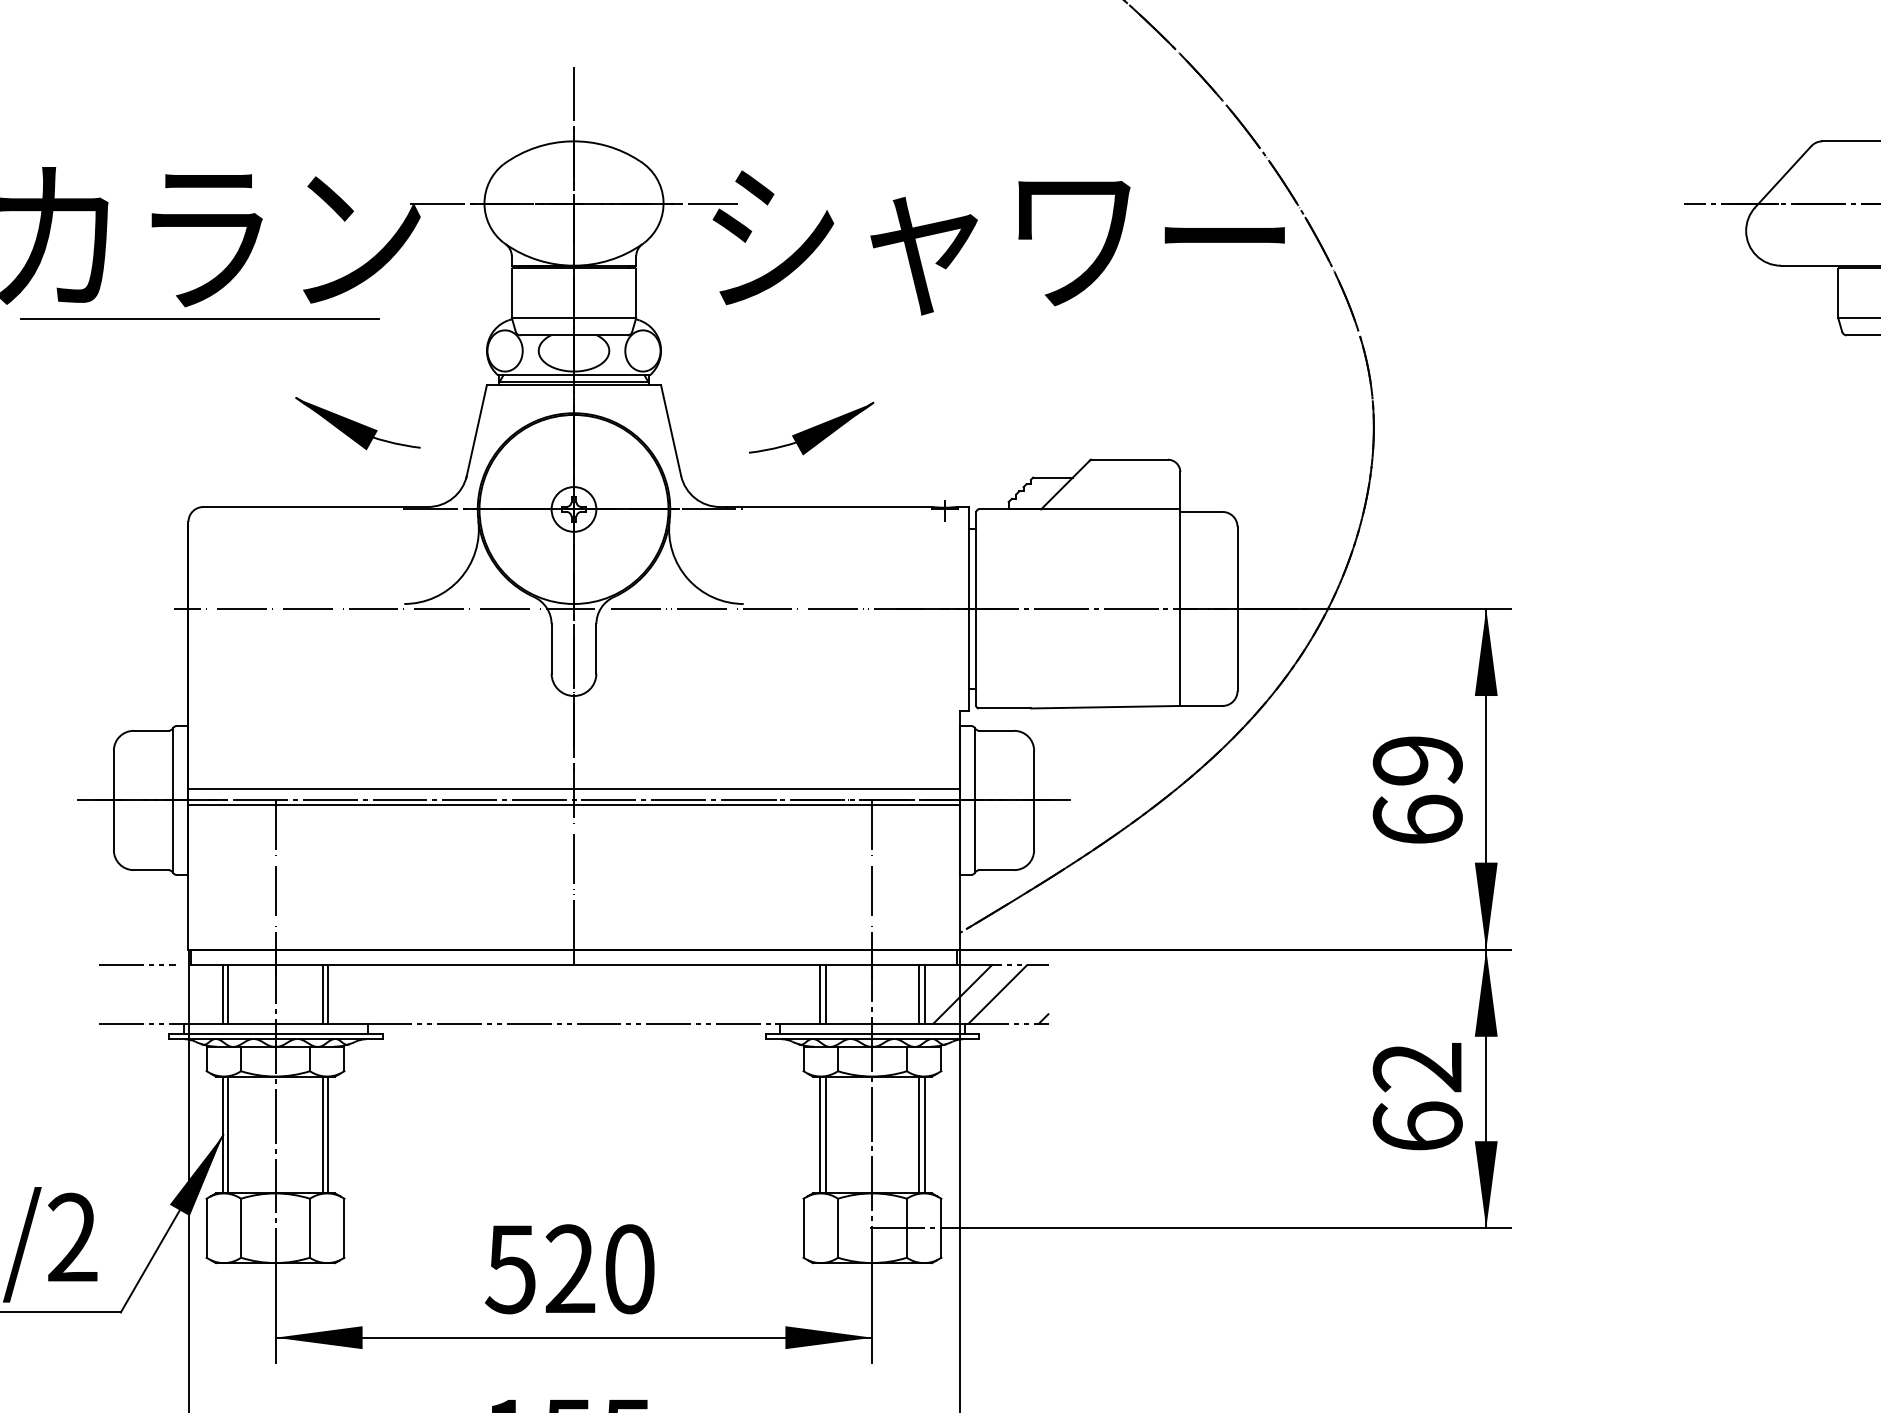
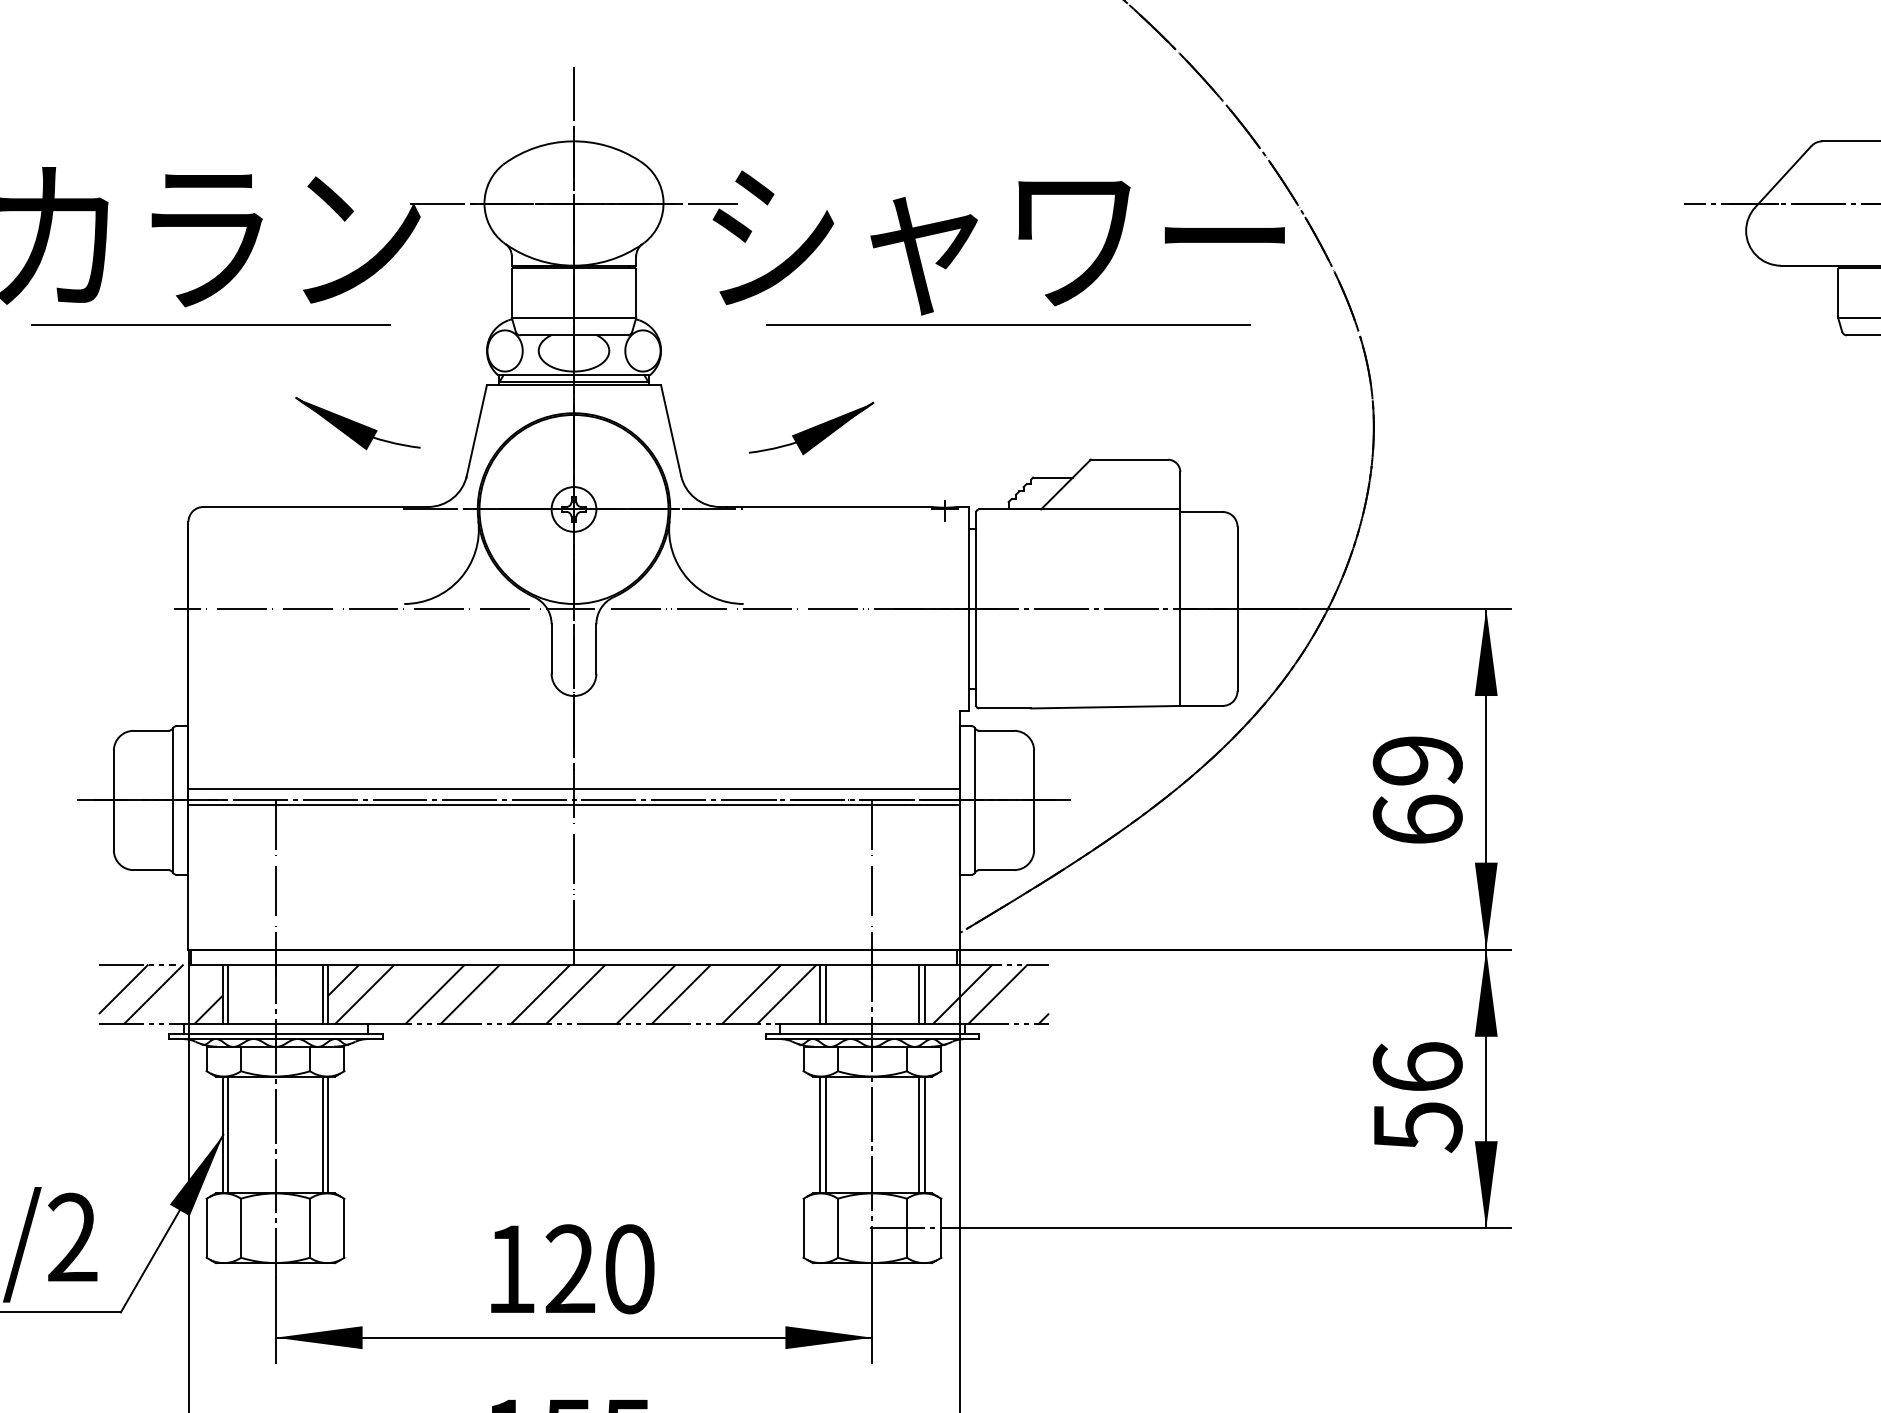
line at (199, 318) position: (199, 318) -> (210, 324)
line at (1008, 325): none -> present
hatch at (160, 994): none -> present
hatch at (571, 994): none -> present
text at (1417, 1097): 62 -> 56
text at (510, 1269): 520 -> 120
